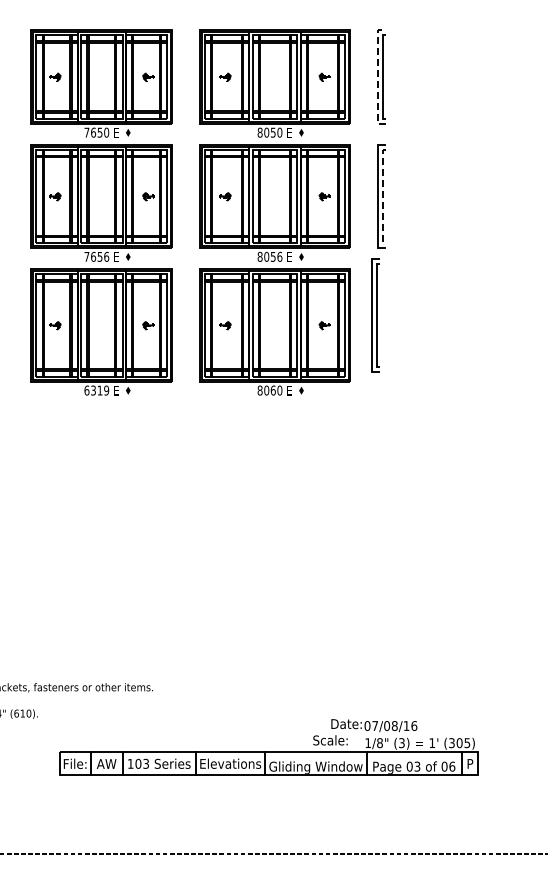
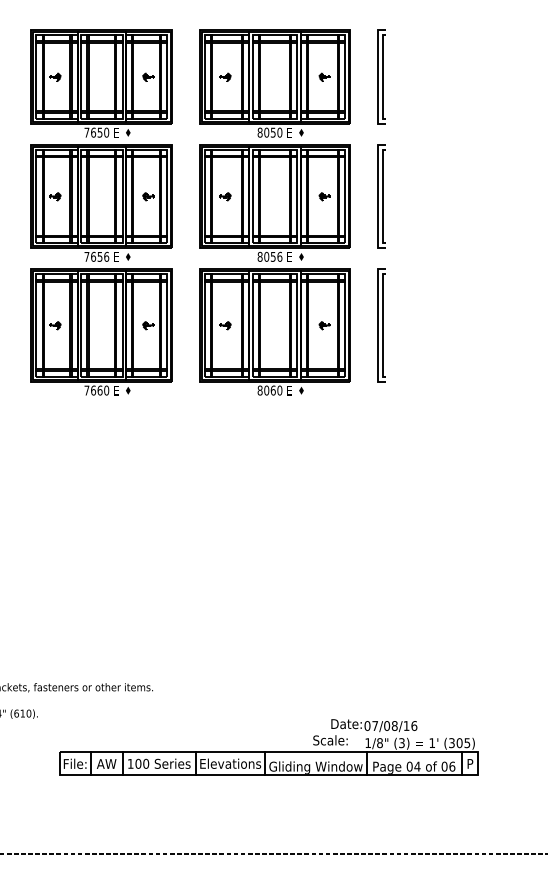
line at (377, 77): dashed -> solid
line at (382, 196): dashed -> solid
part at (375, 315) position: (375, 315) -> (381, 325)
text at (96, 390): 6319 -> 7660
text at (146, 763): 103 -> 100
text at (417, 766): 03 -> 04
